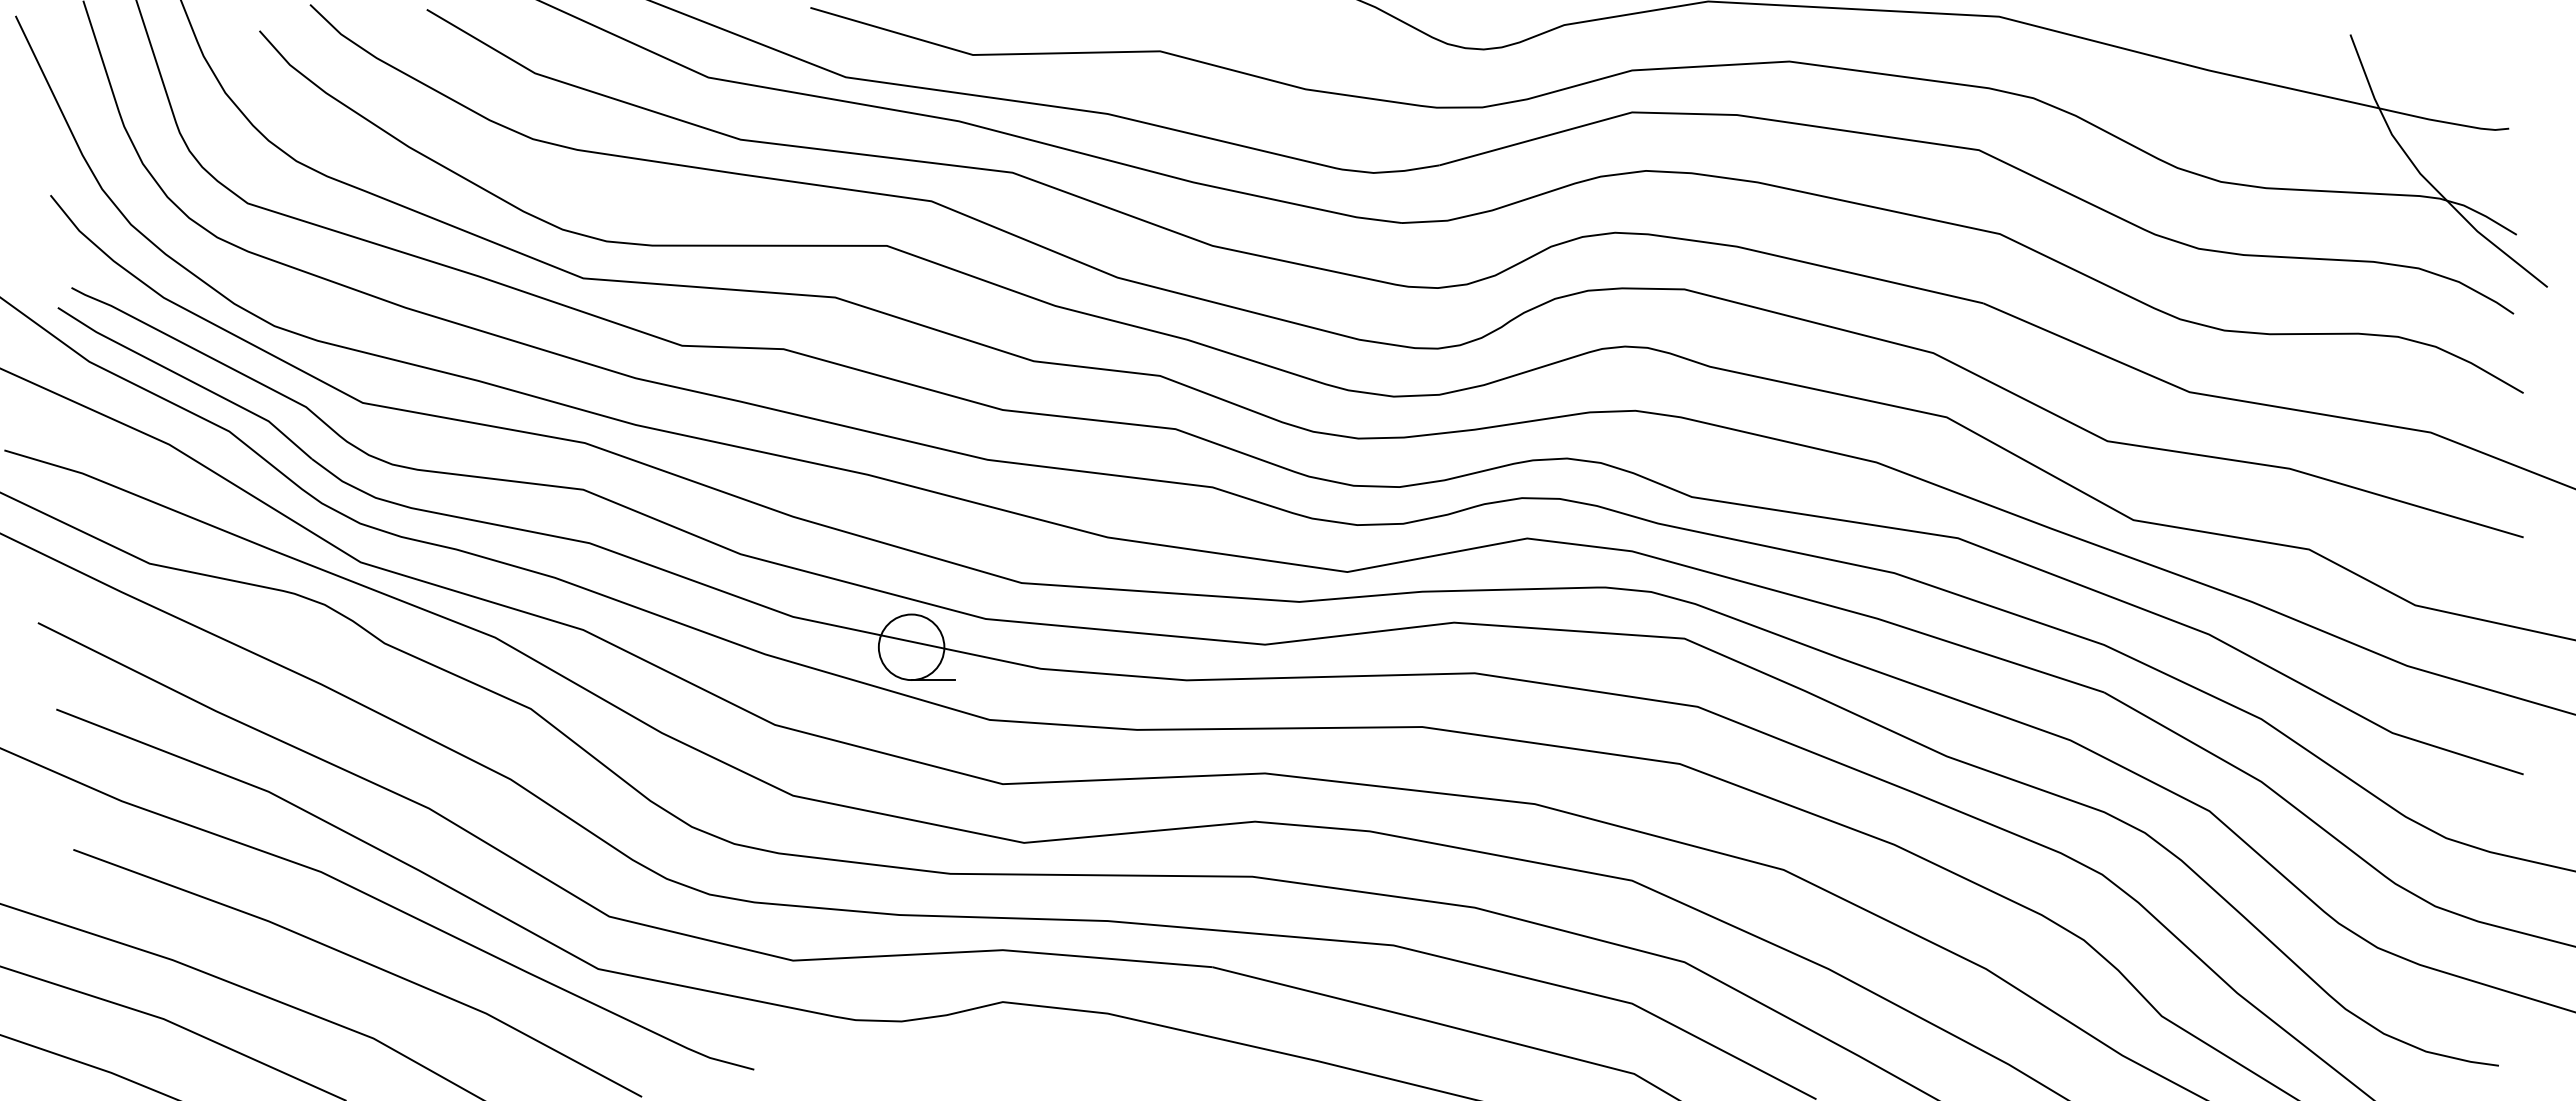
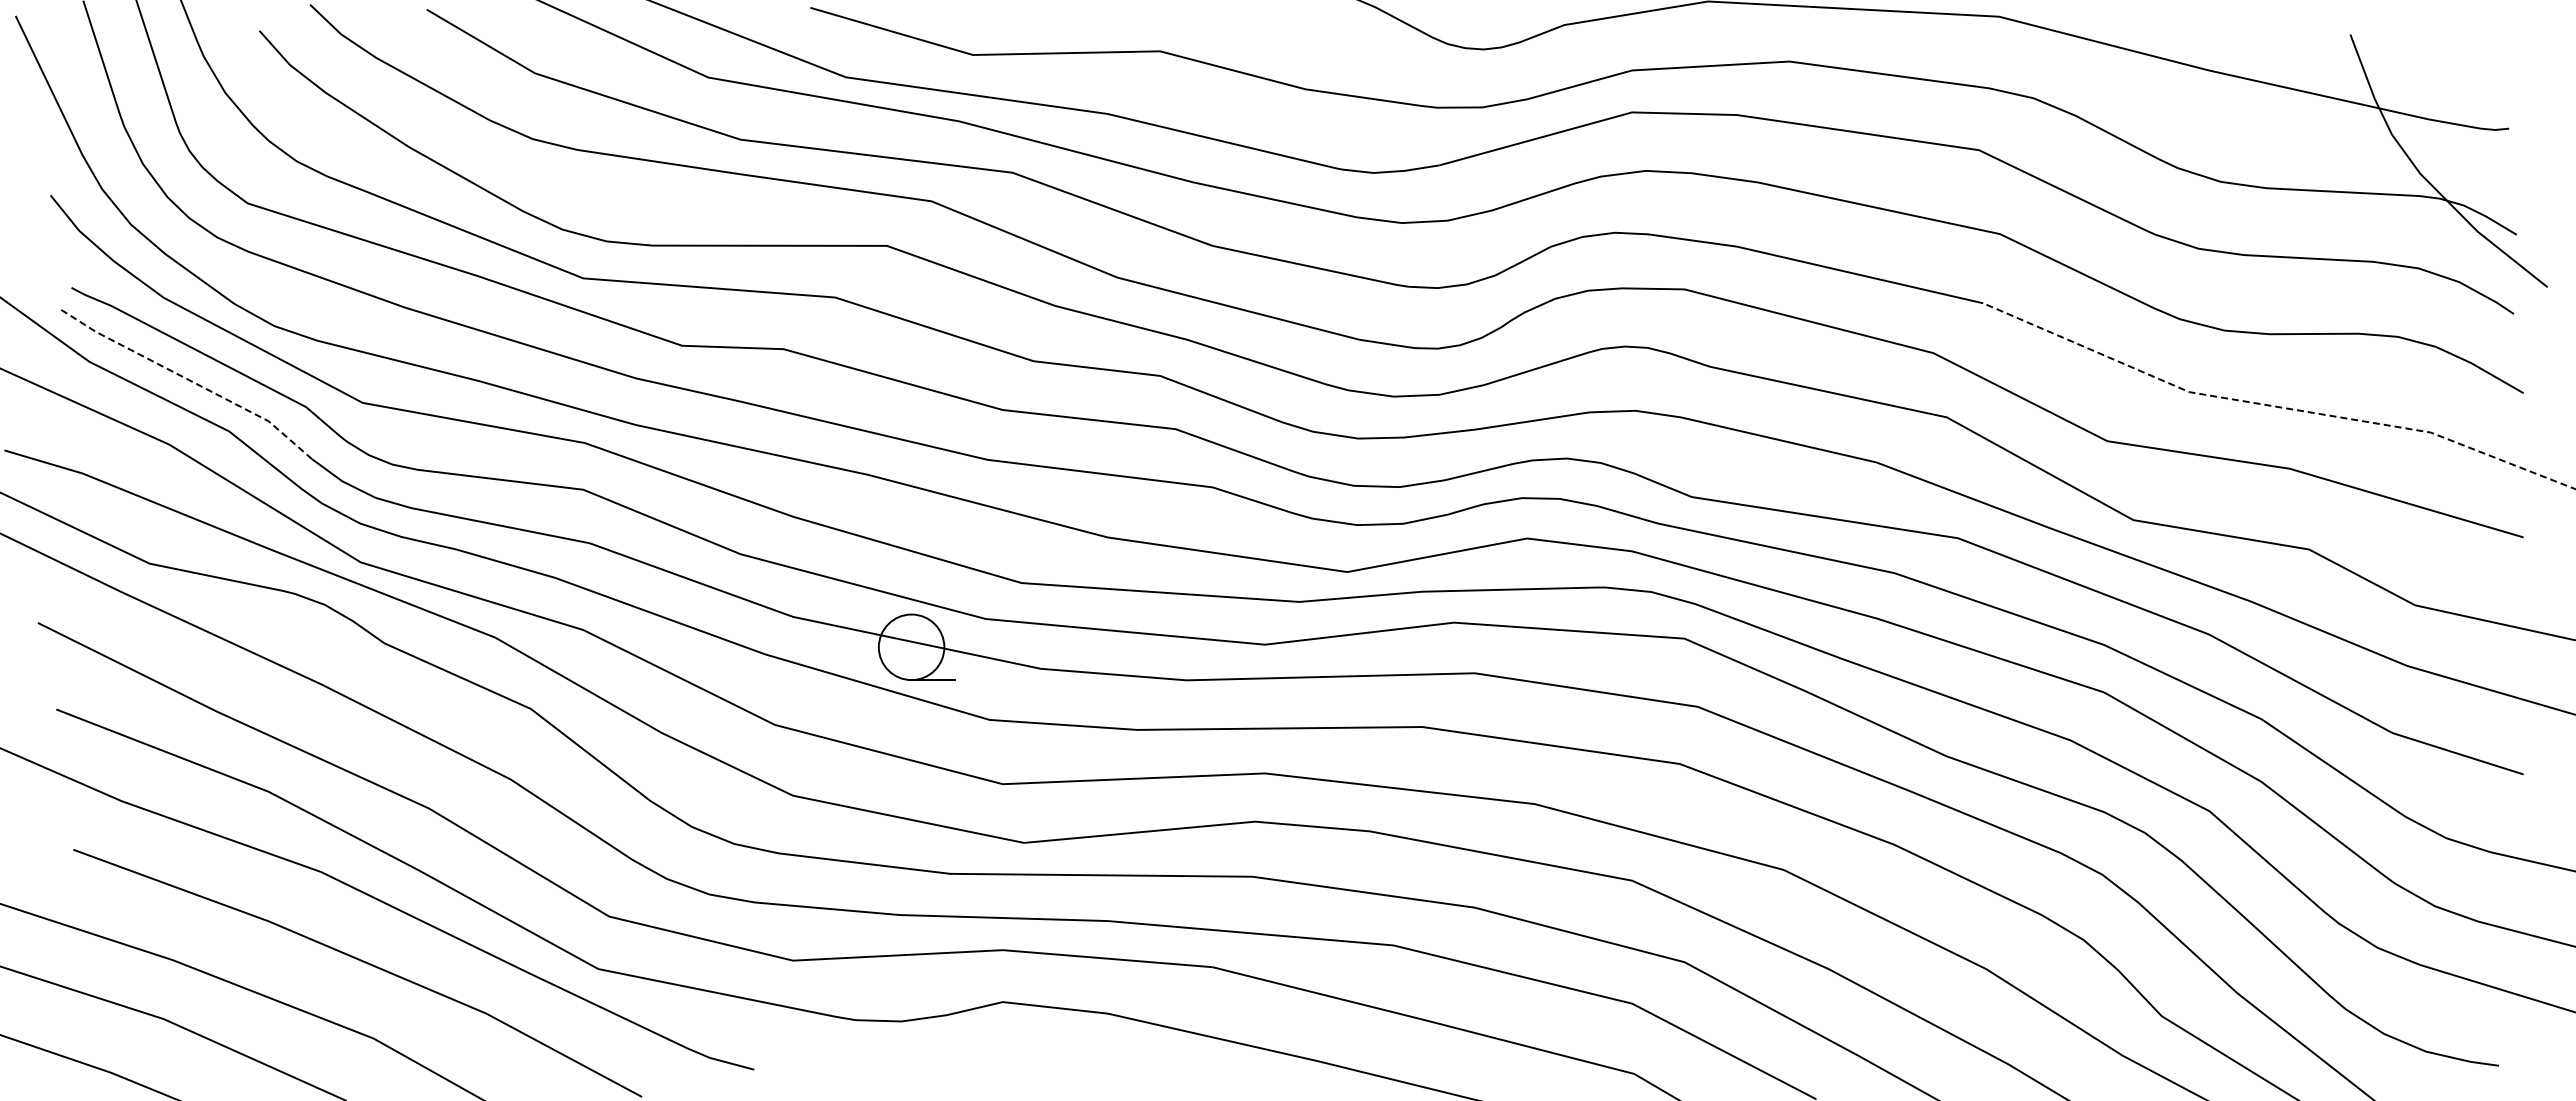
line at (187, 379): solid -> dashed
line at (2276, 406): solid -> dashed
